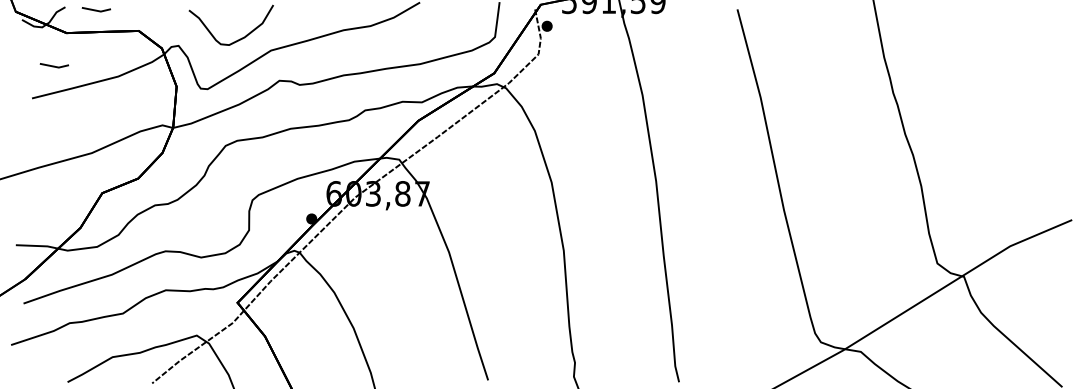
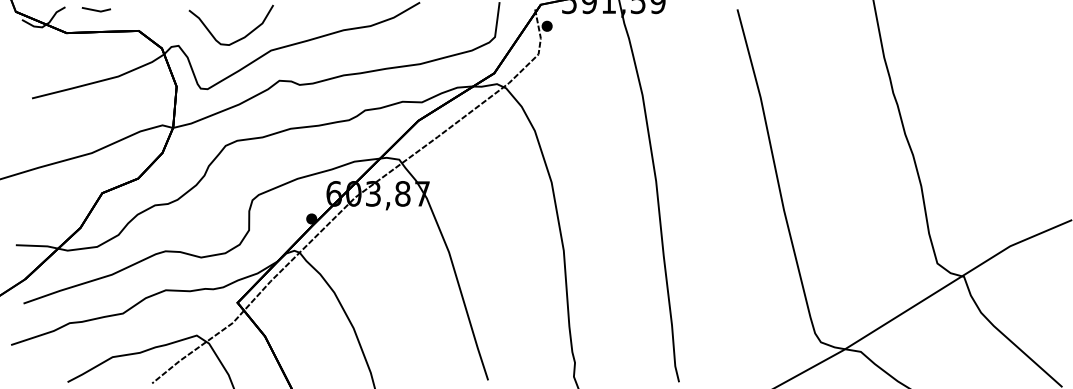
line at (53, 65): present -> none
